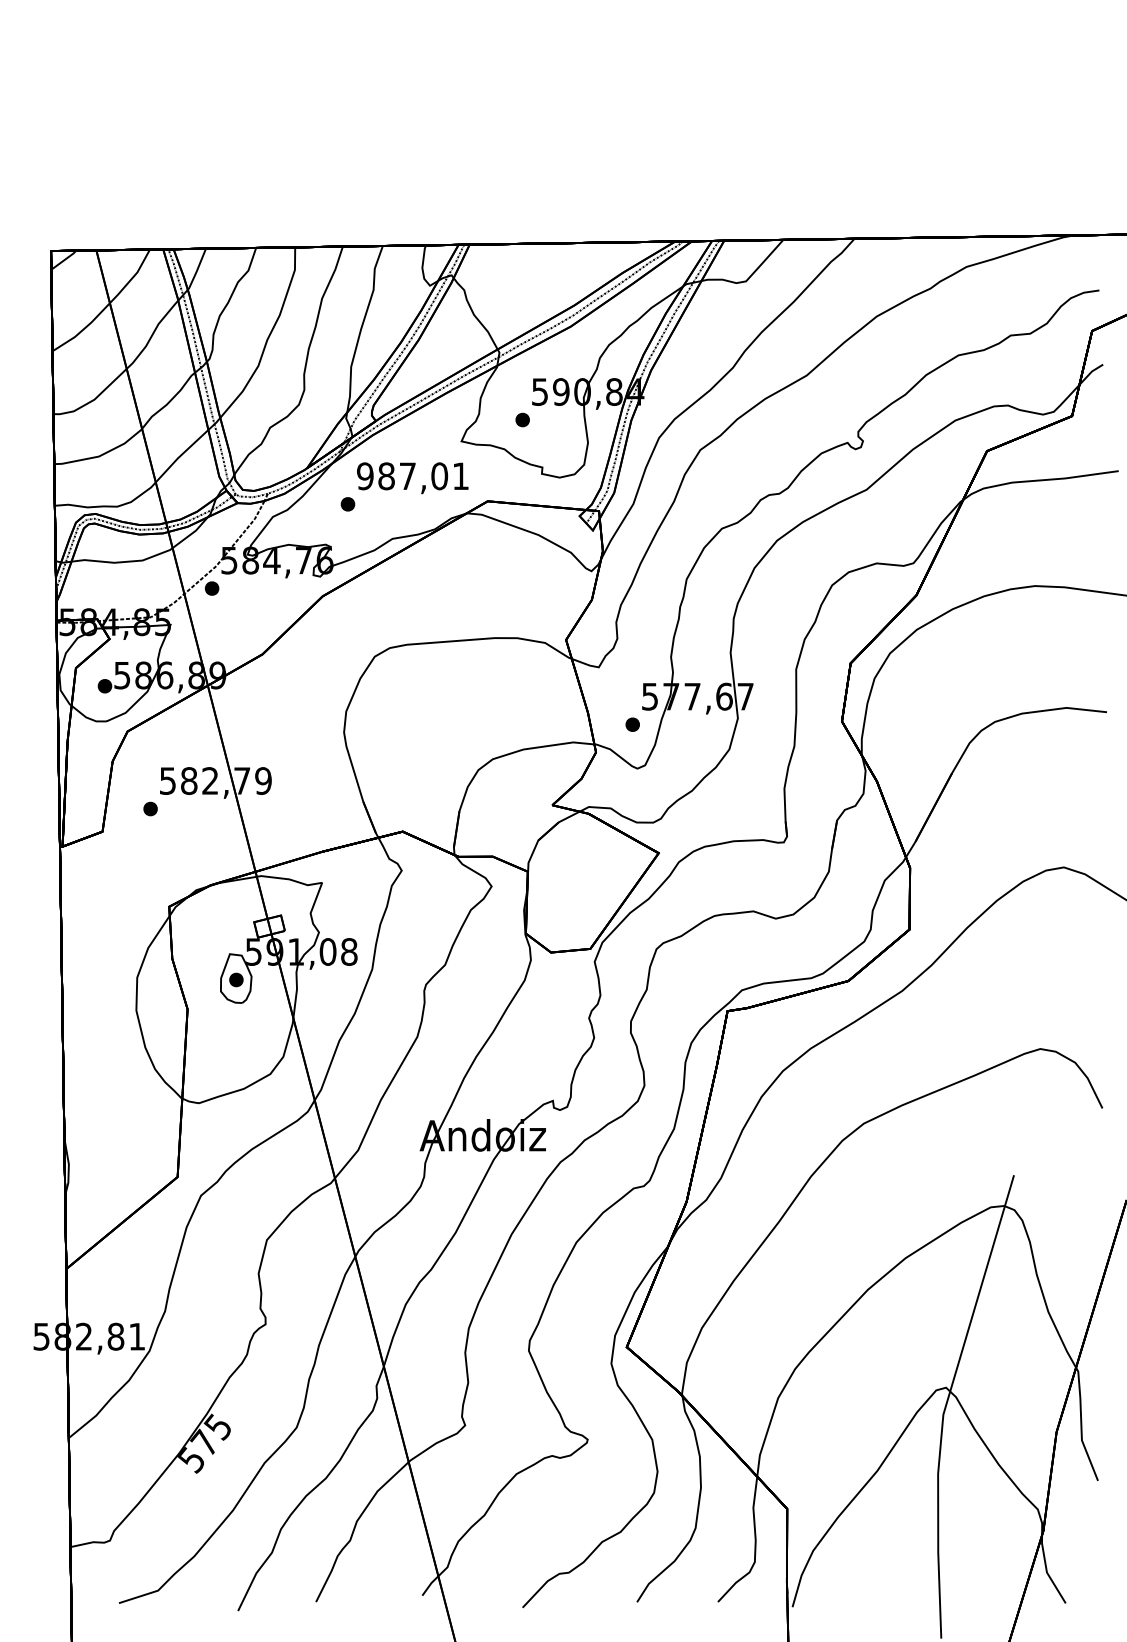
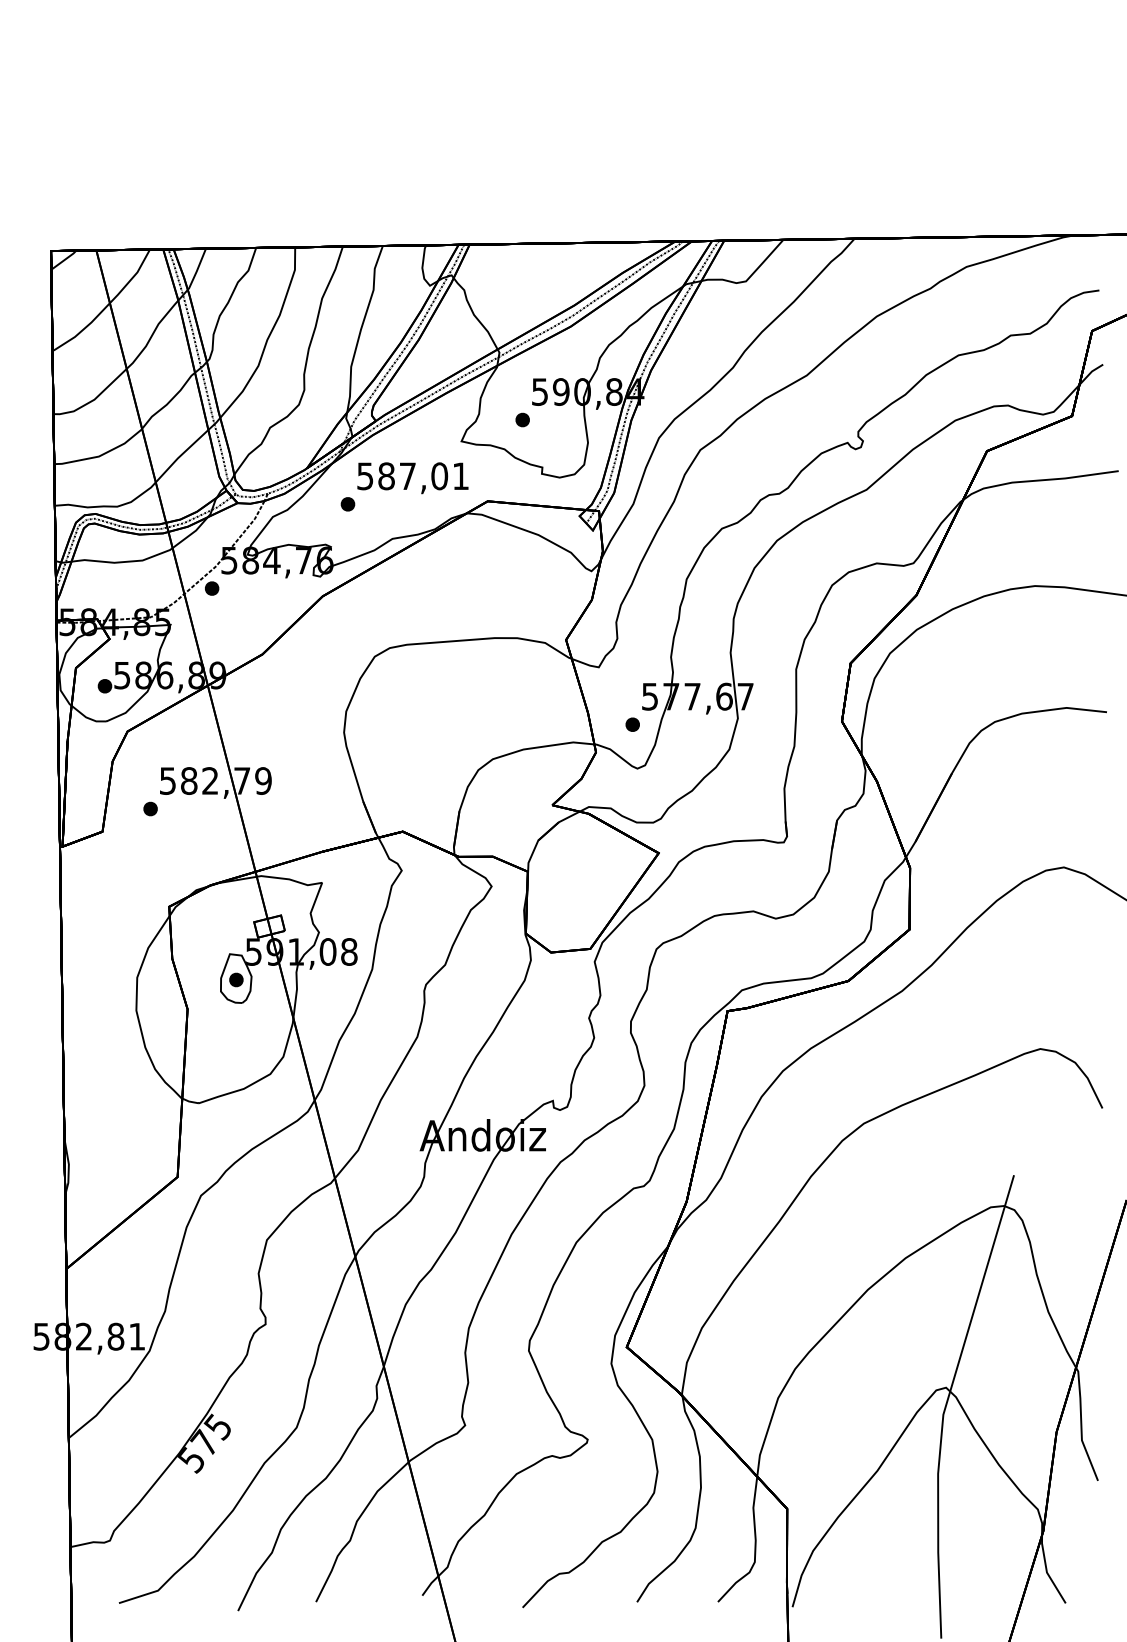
text at (365, 476): 987,01 -> 587,01
